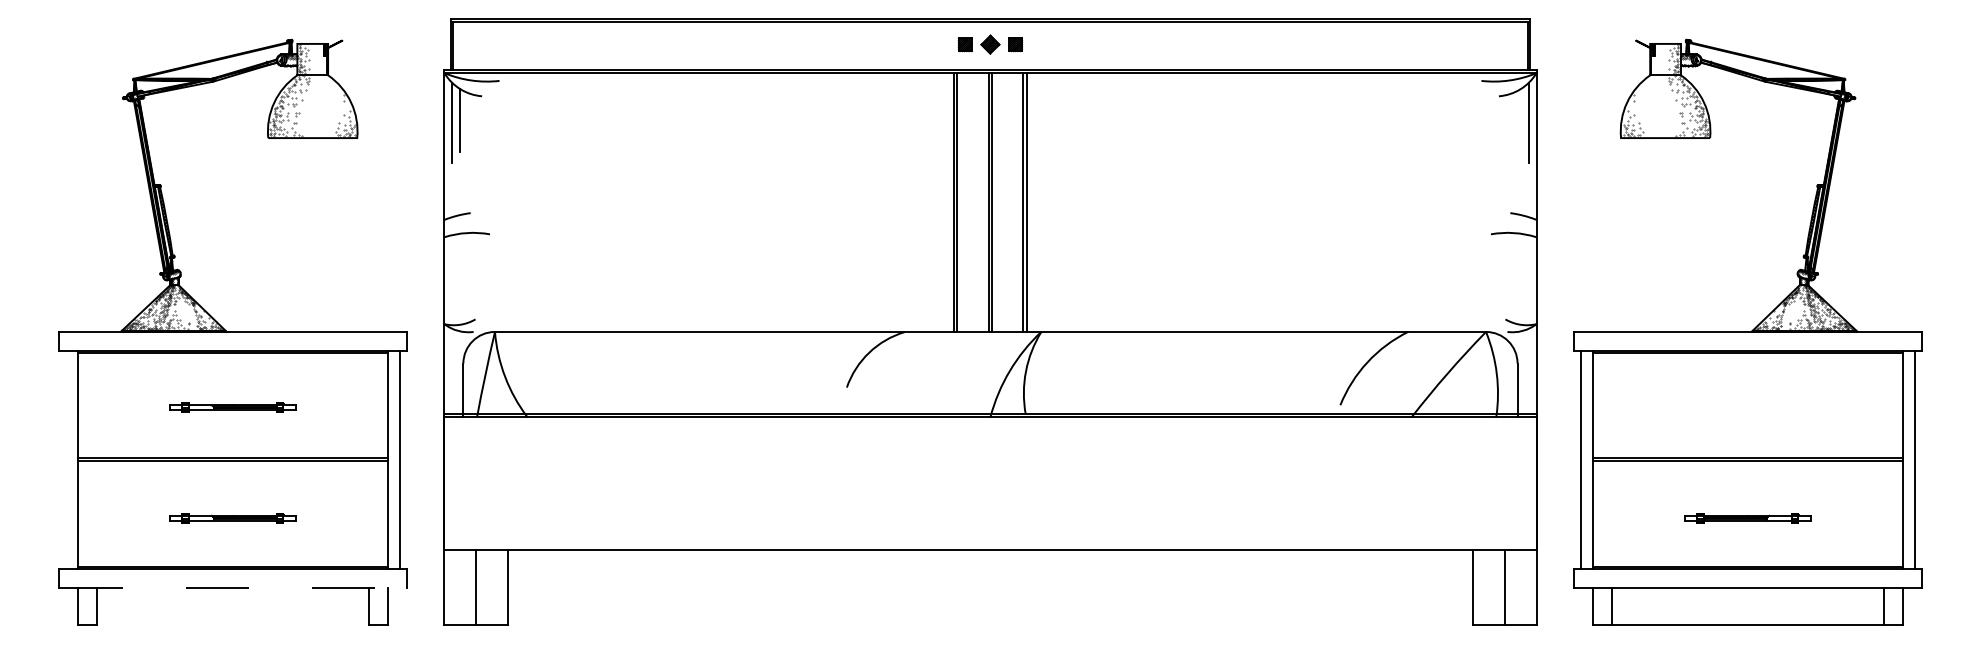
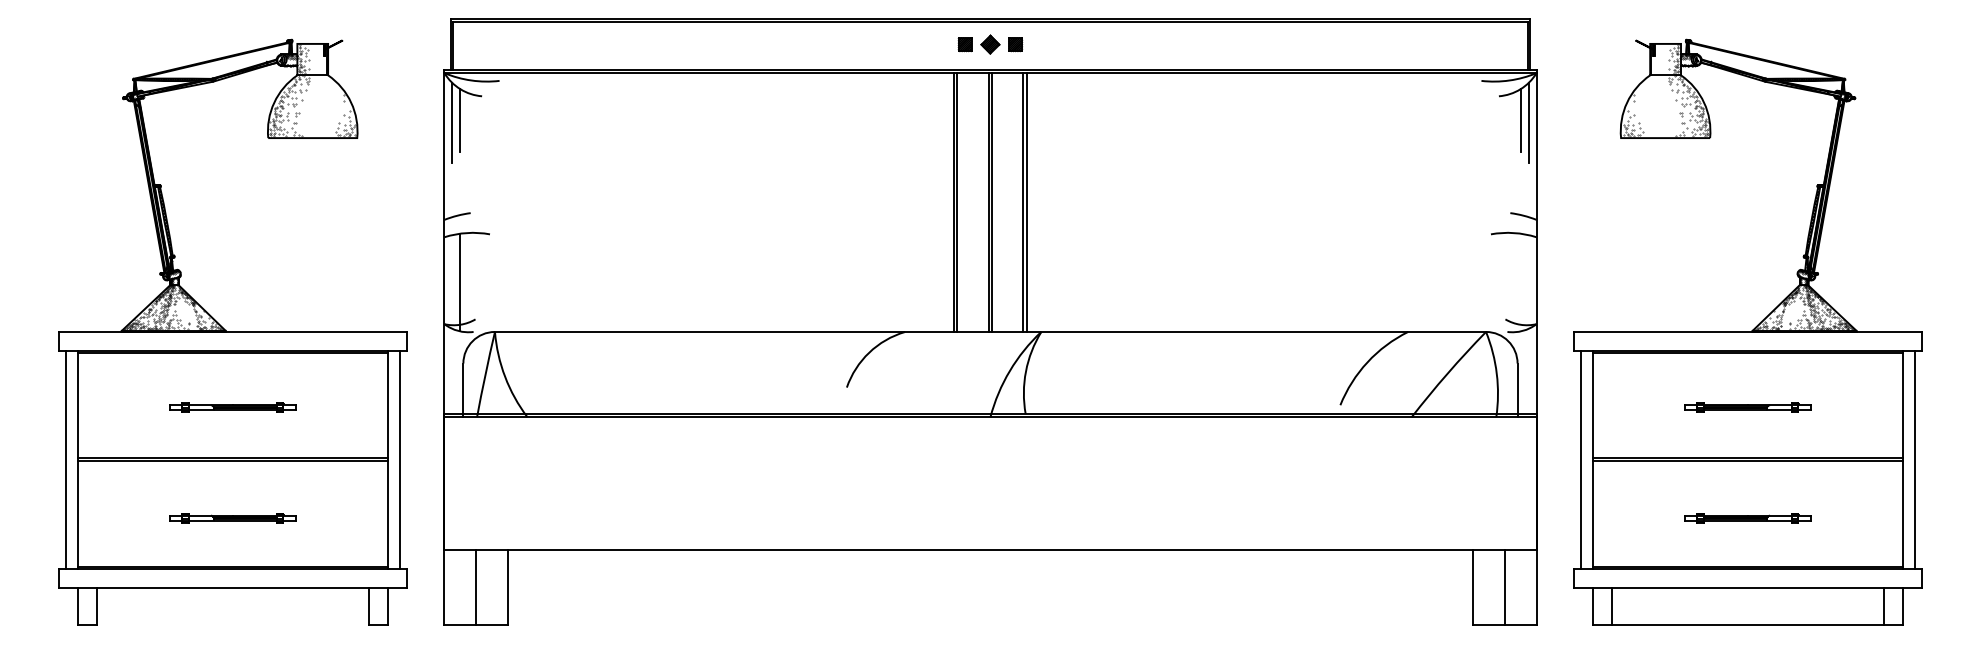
line at (1520, 120): none -> present
line at (460, 282): none -> present
part at (1747, 407): none -> present
line at (65, 459): none -> present
line at (232, 587): dashed -> solid
